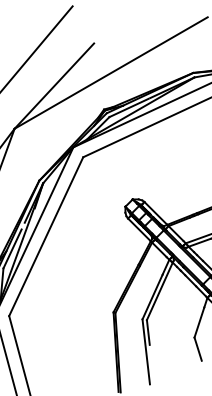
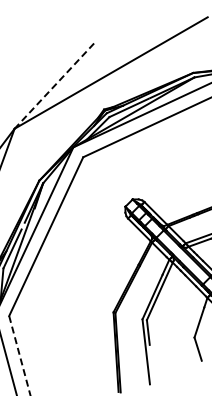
line at (37, 47): present -> none
line at (54, 86): solid -> dashed
line at (19, 355): solid -> dashed
